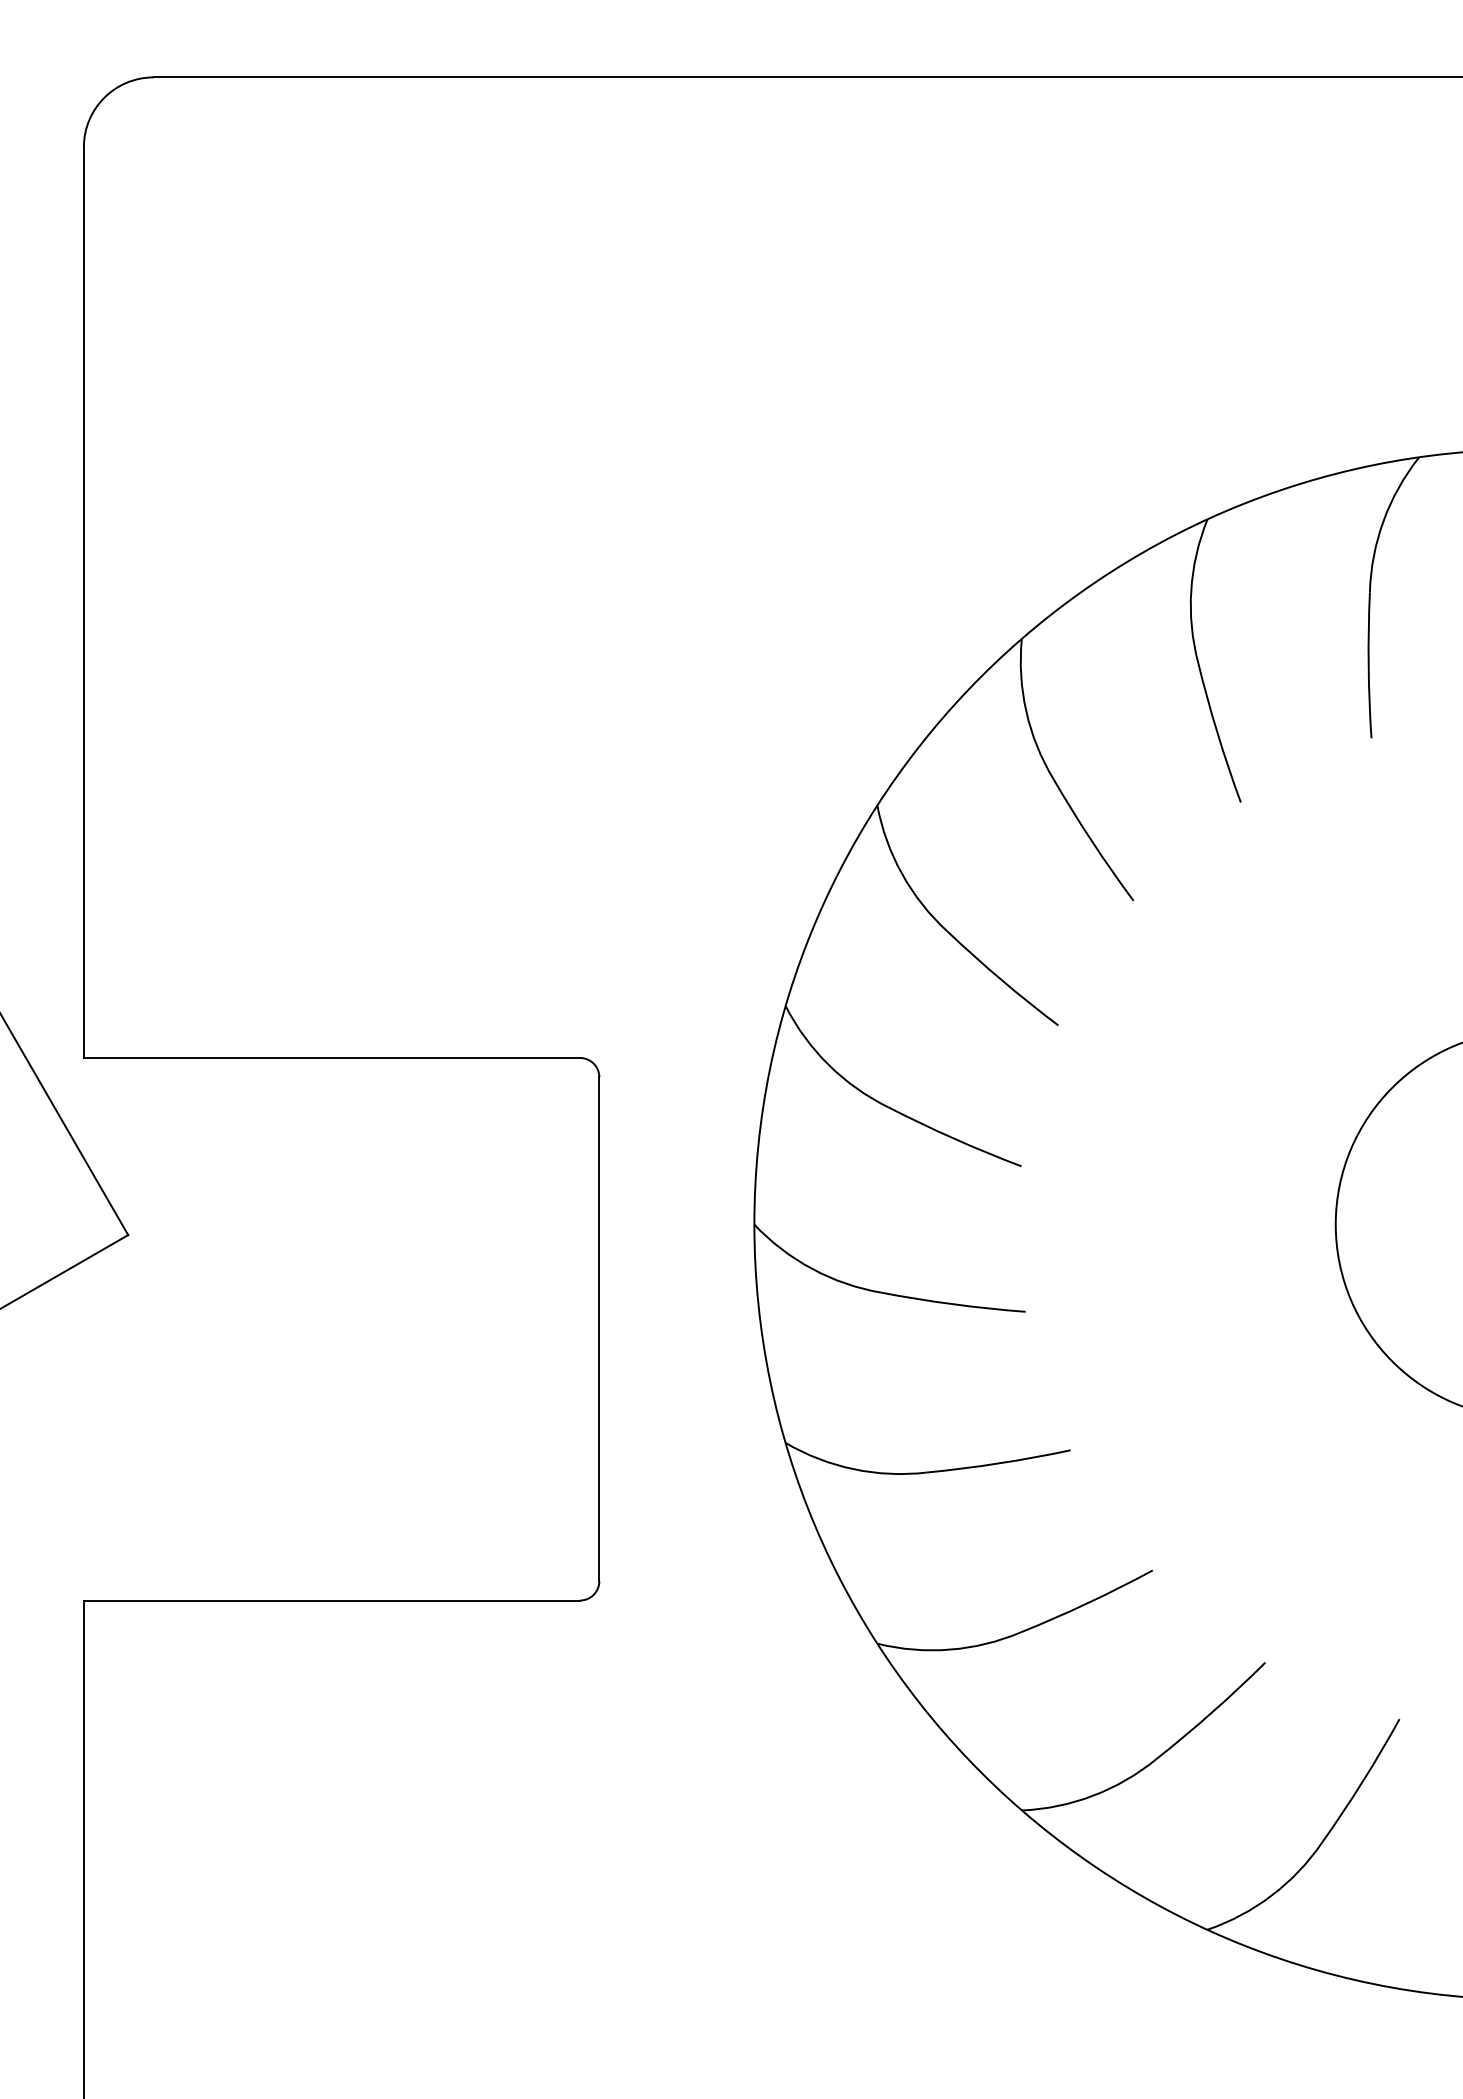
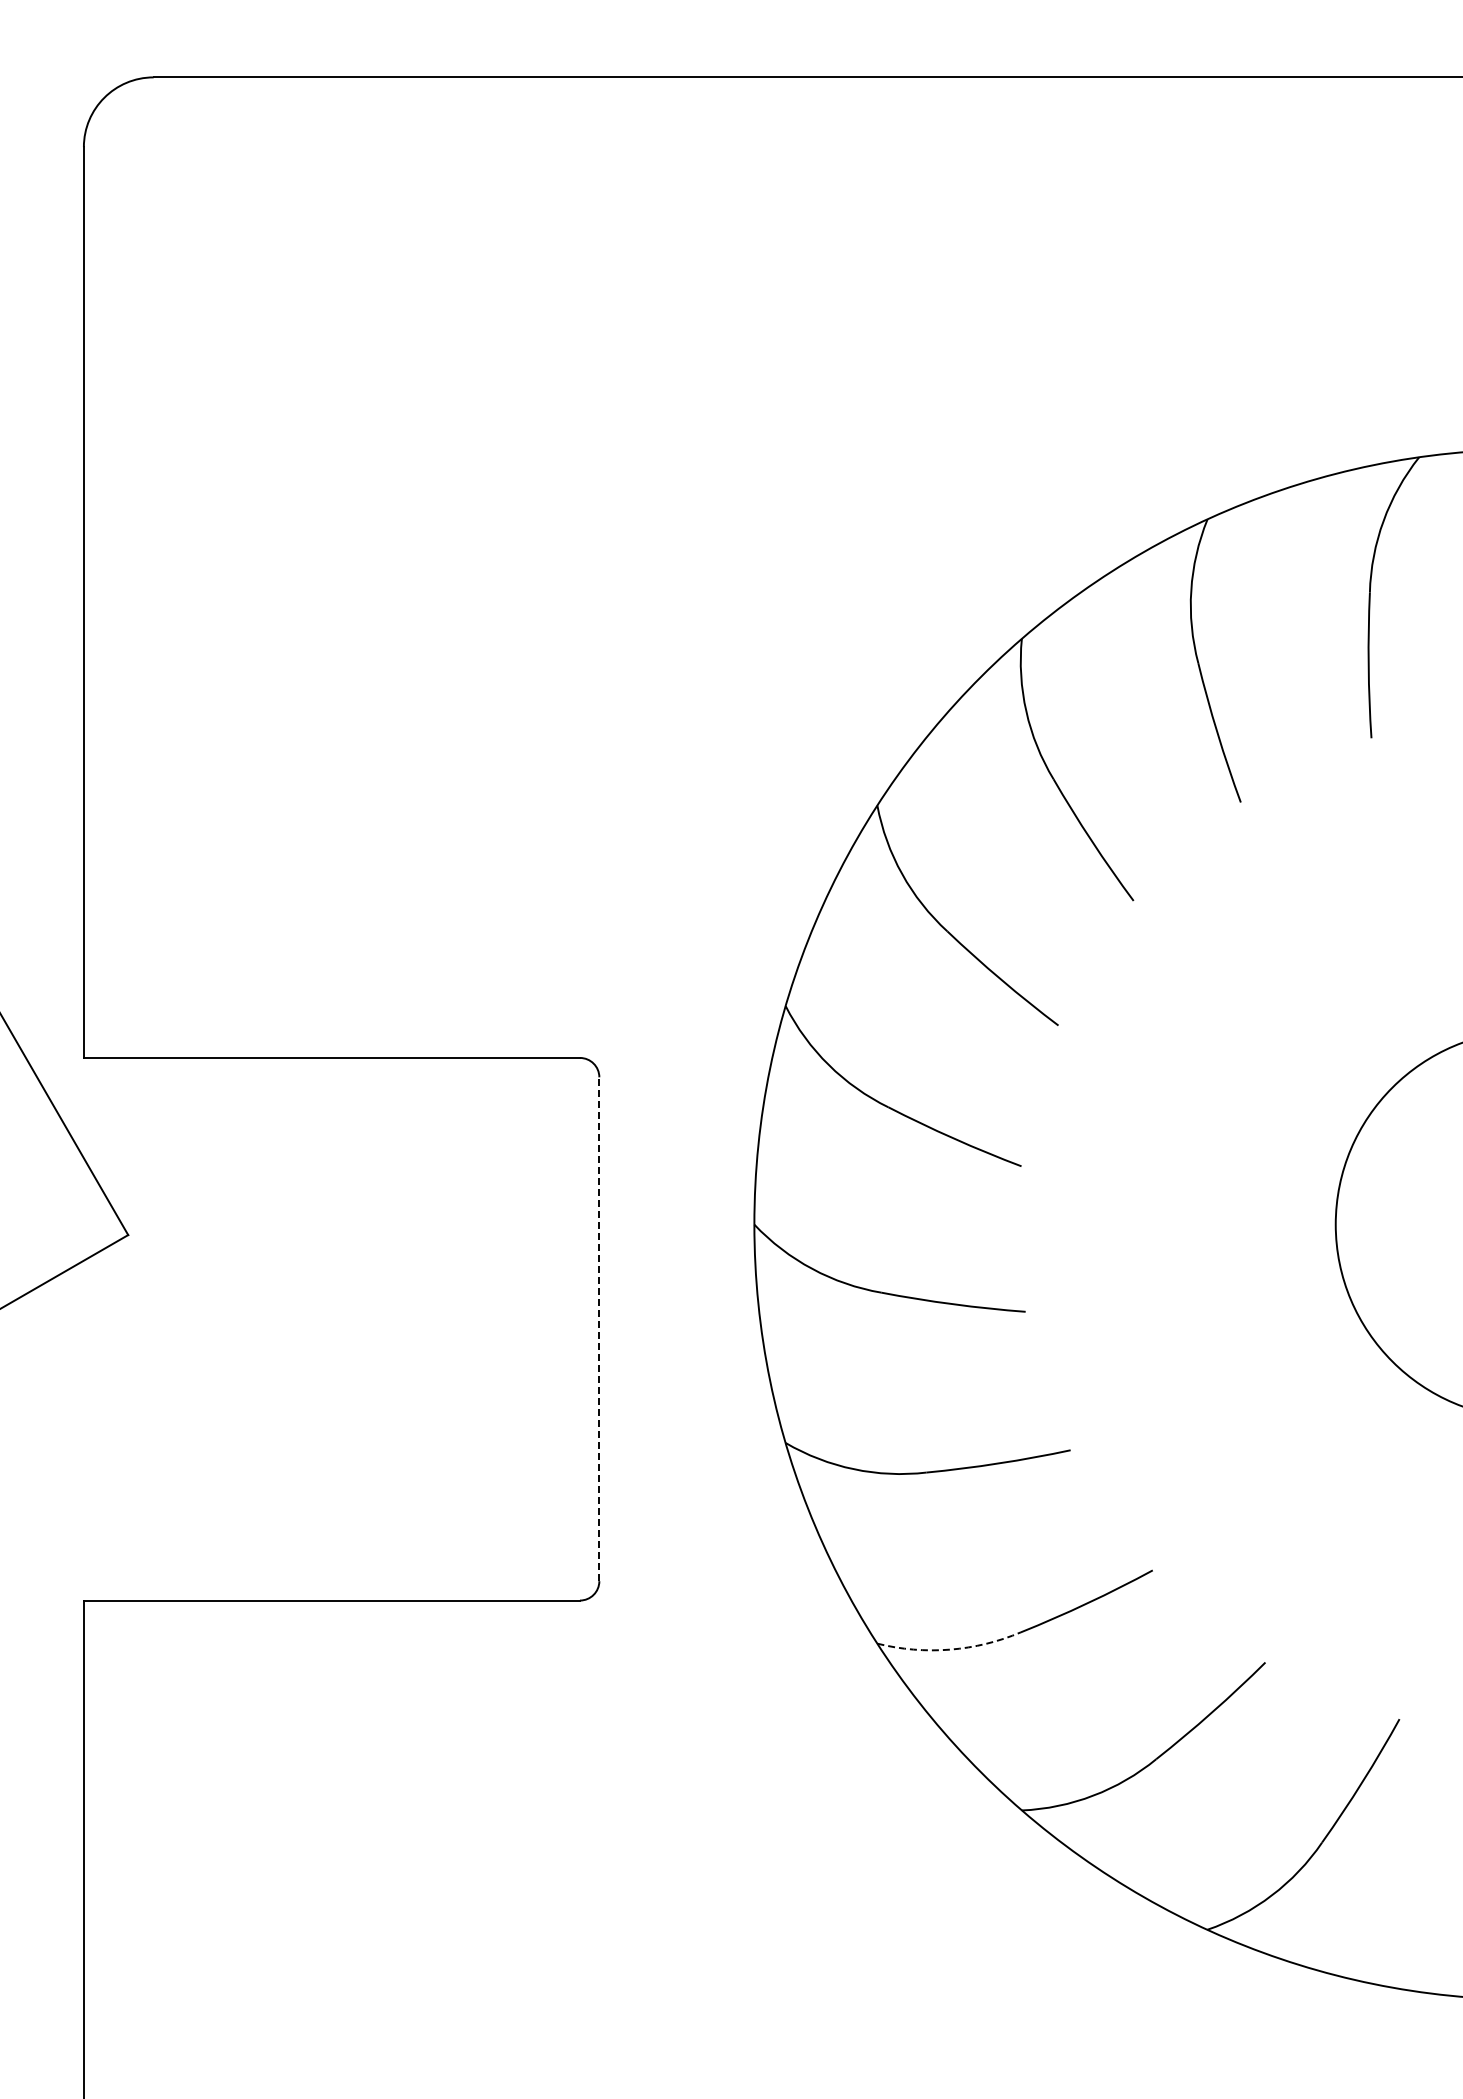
line at (599, 1329): solid -> dashed
arc at (950, 1649): solid -> dashed
